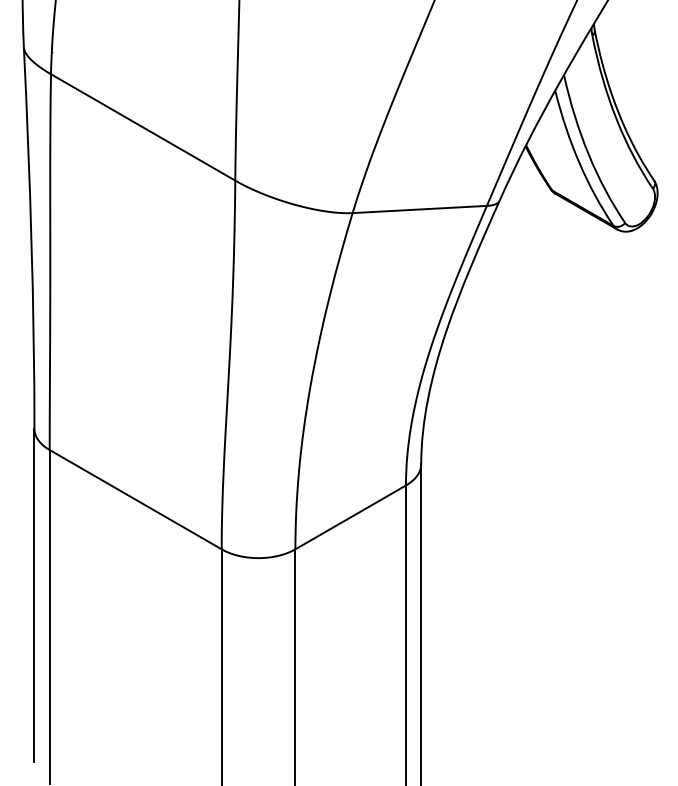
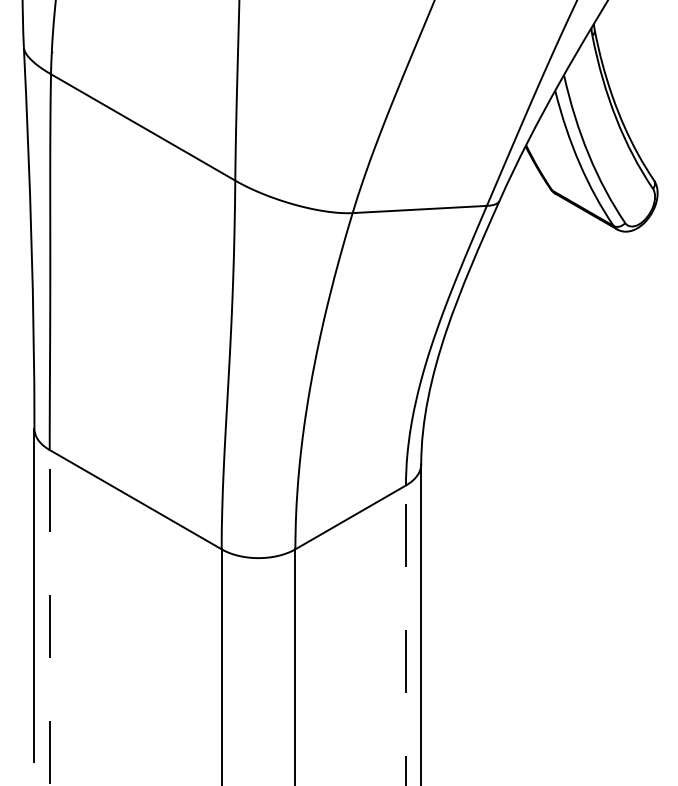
line at (49, 616): solid -> dashed
line at (405, 635): solid -> dashed
